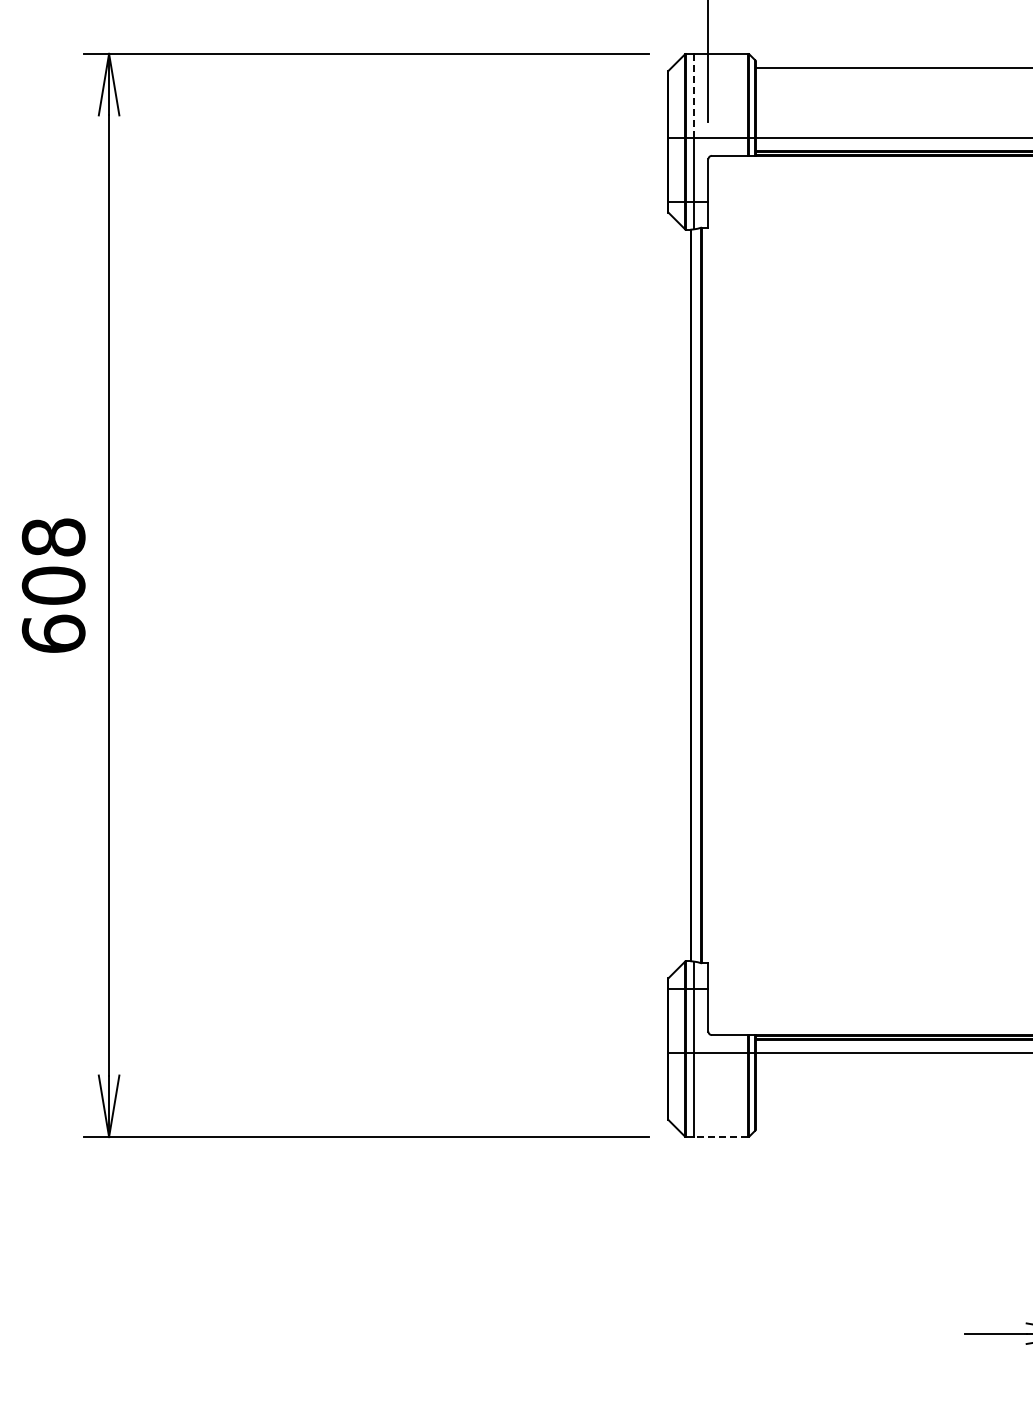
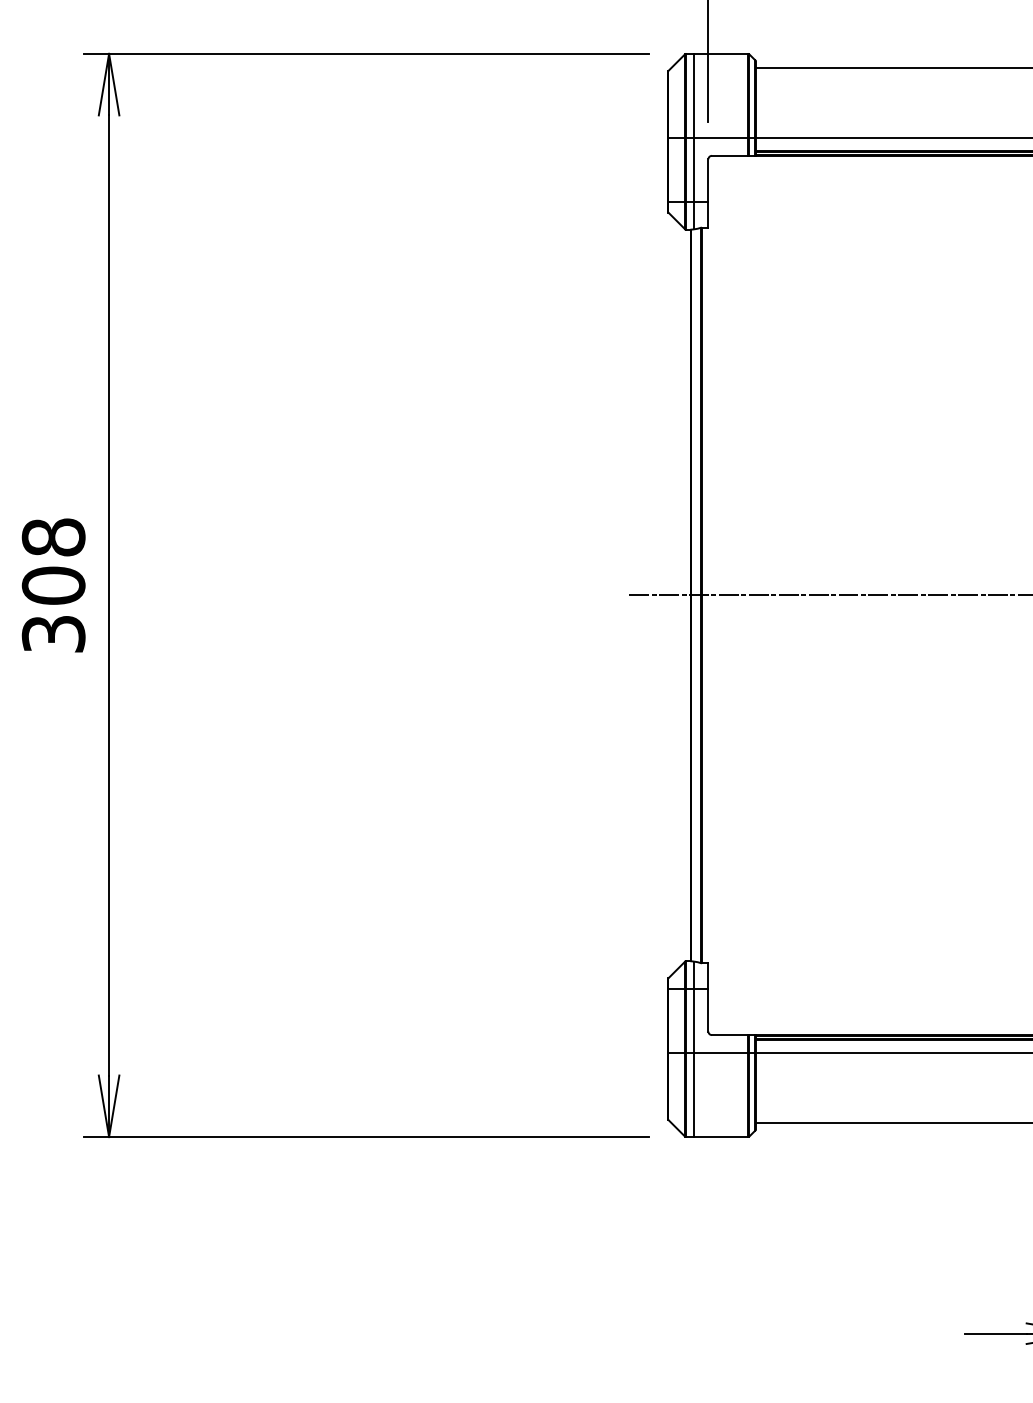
line at (694, 96): dashed -> solid
line at (829, 595): none -> present
text at (53, 633): 608 -> 308
line at (892, 1123): none -> present
line at (721, 1137): dashed -> solid
